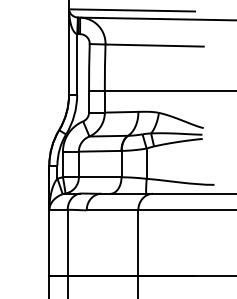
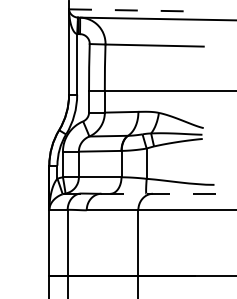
line at (132, 10): solid -> dashed
line at (169, 193): solid -> dashed
